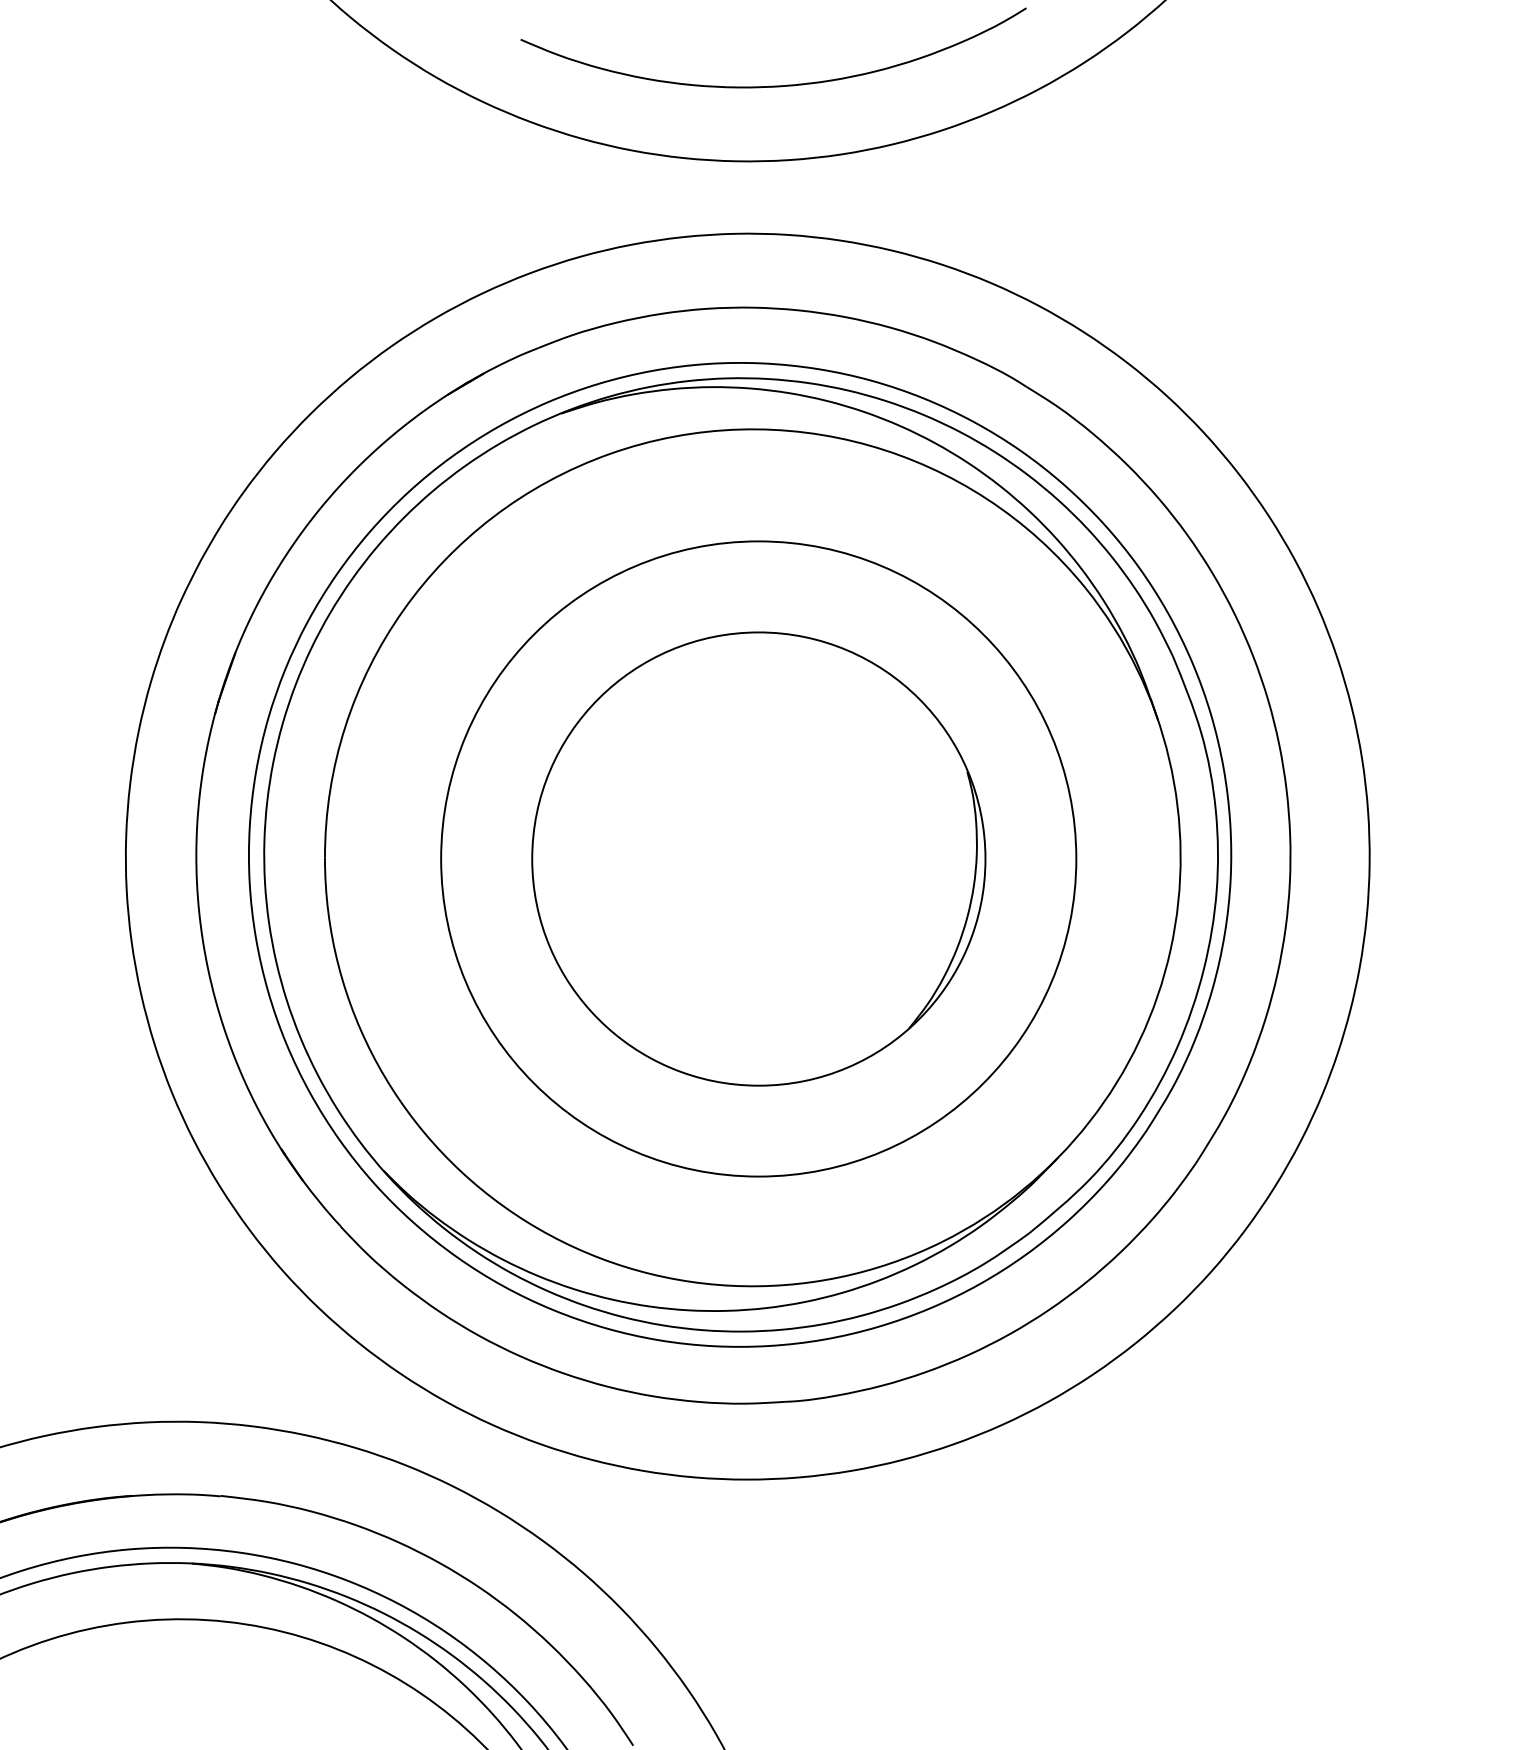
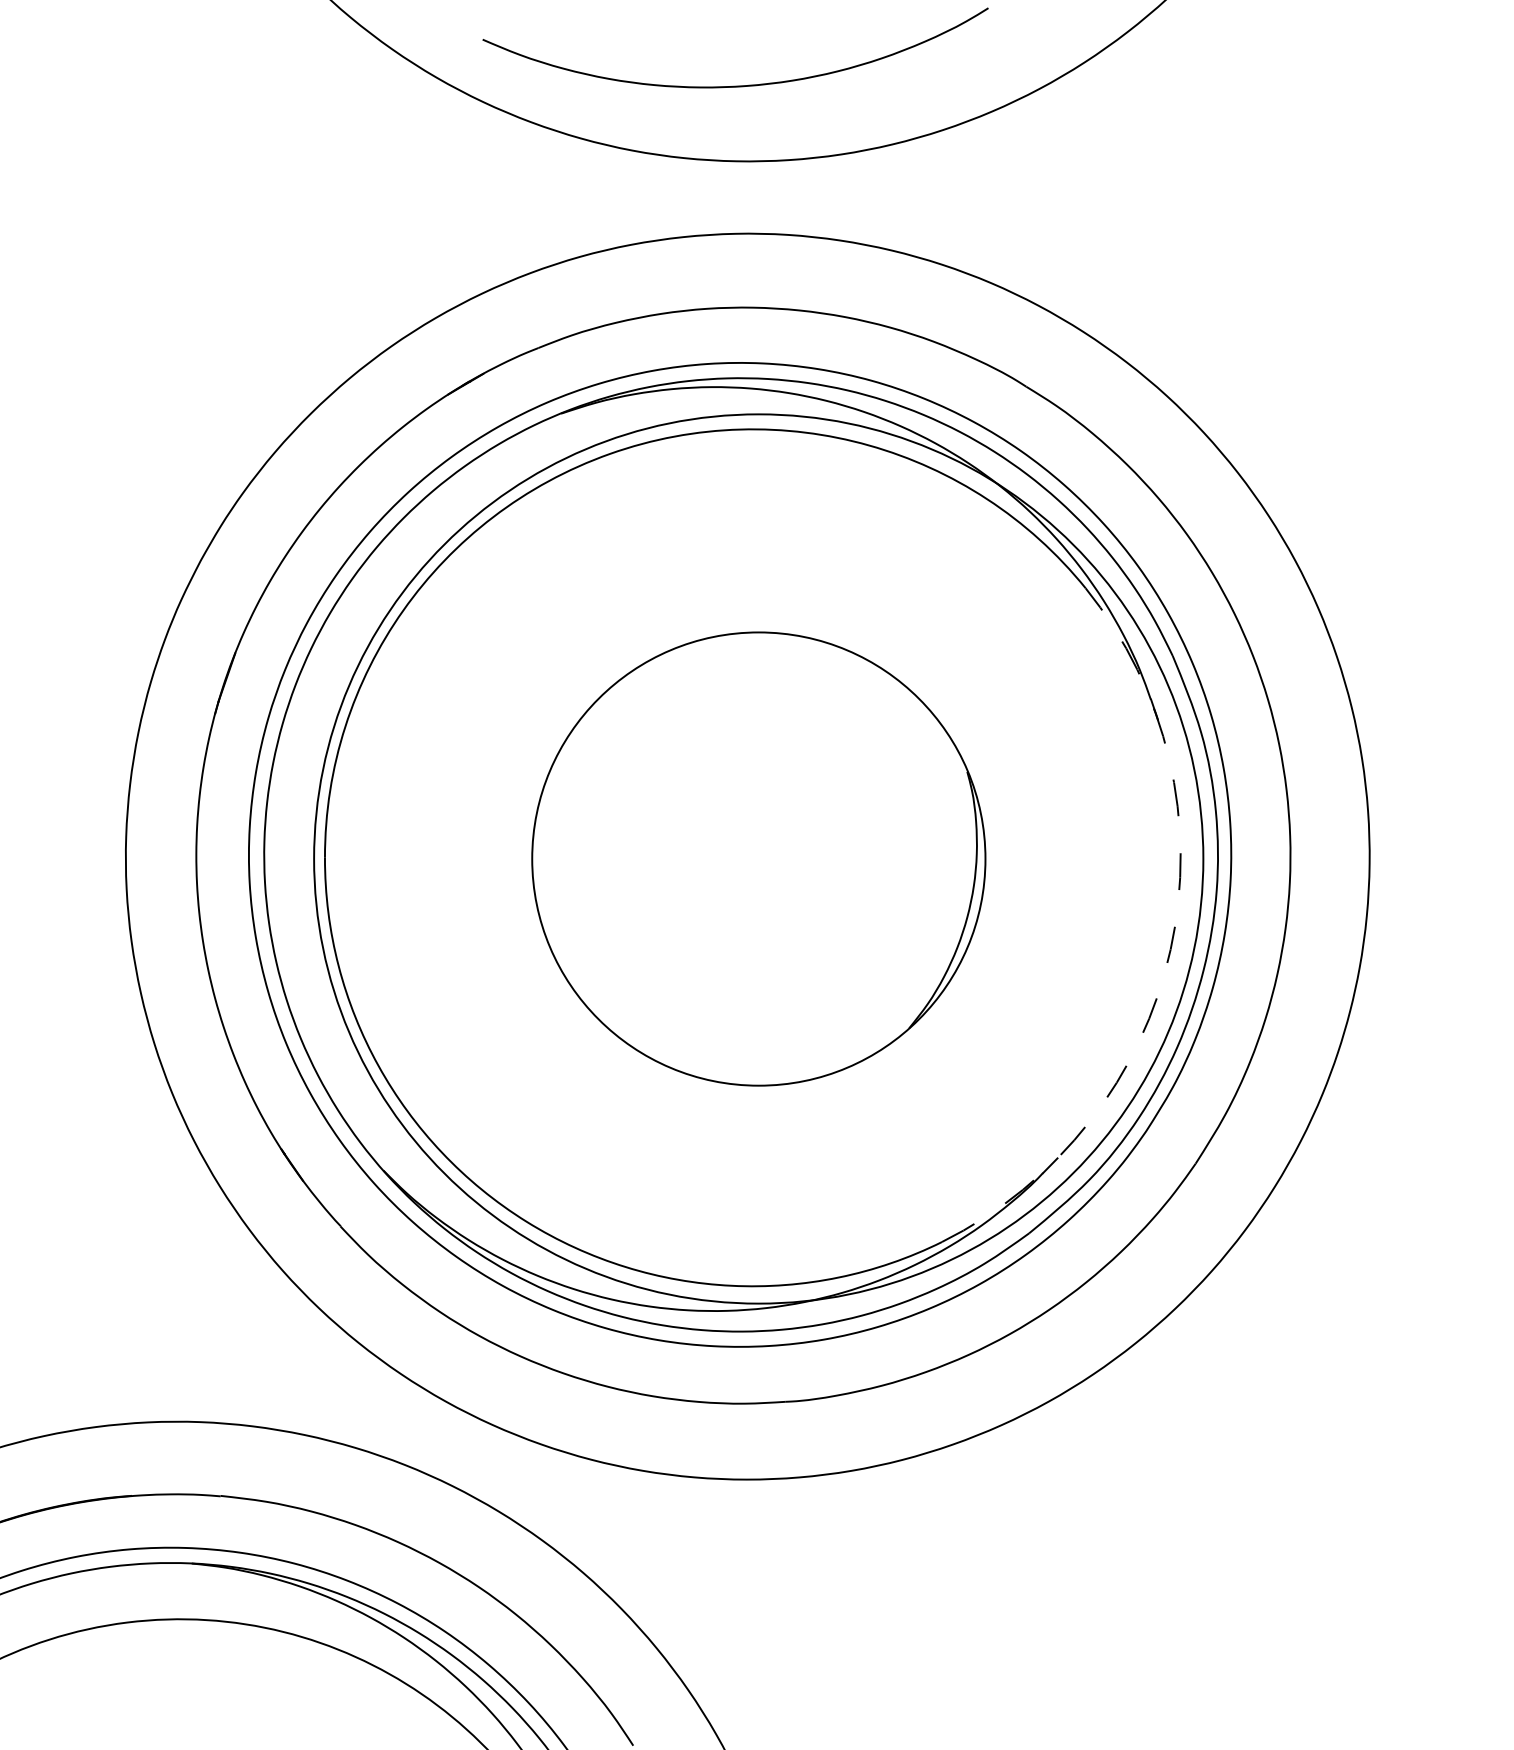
curve at (773, 85) position: (773, 85) -> (735, 85)
circle at (758, 858) diameter: 635 px -> 889 px
arc at (1170, 949): solid -> dashed
